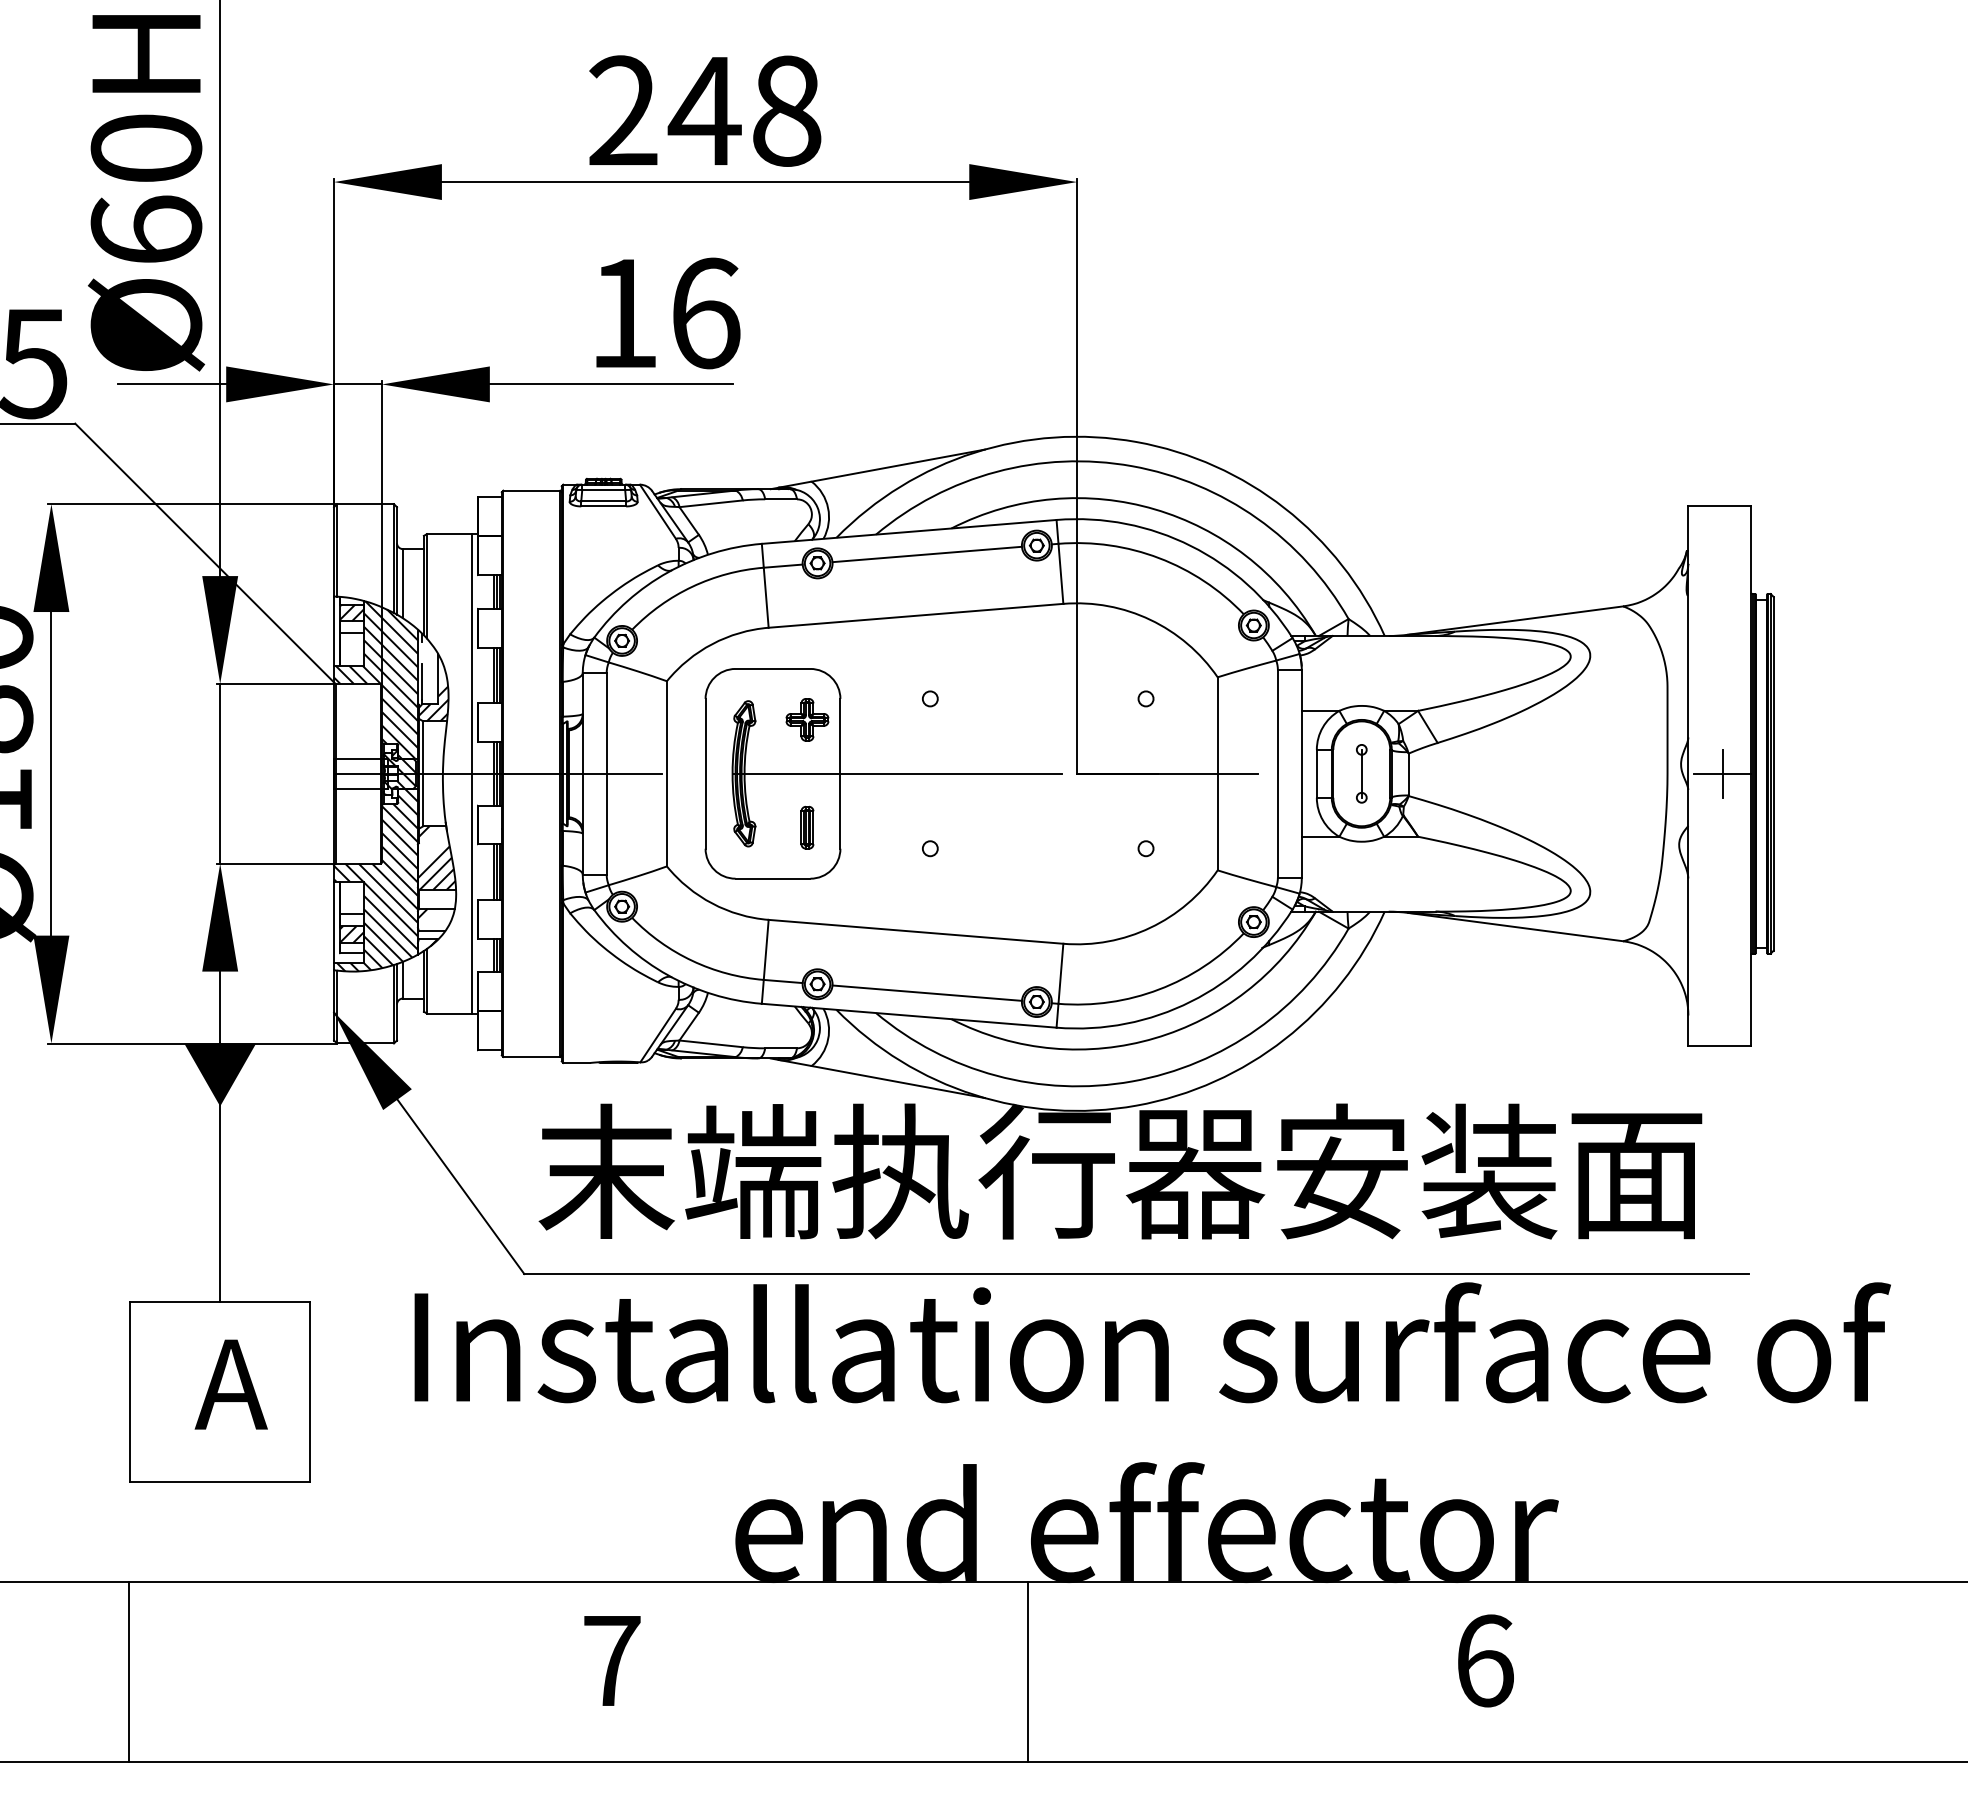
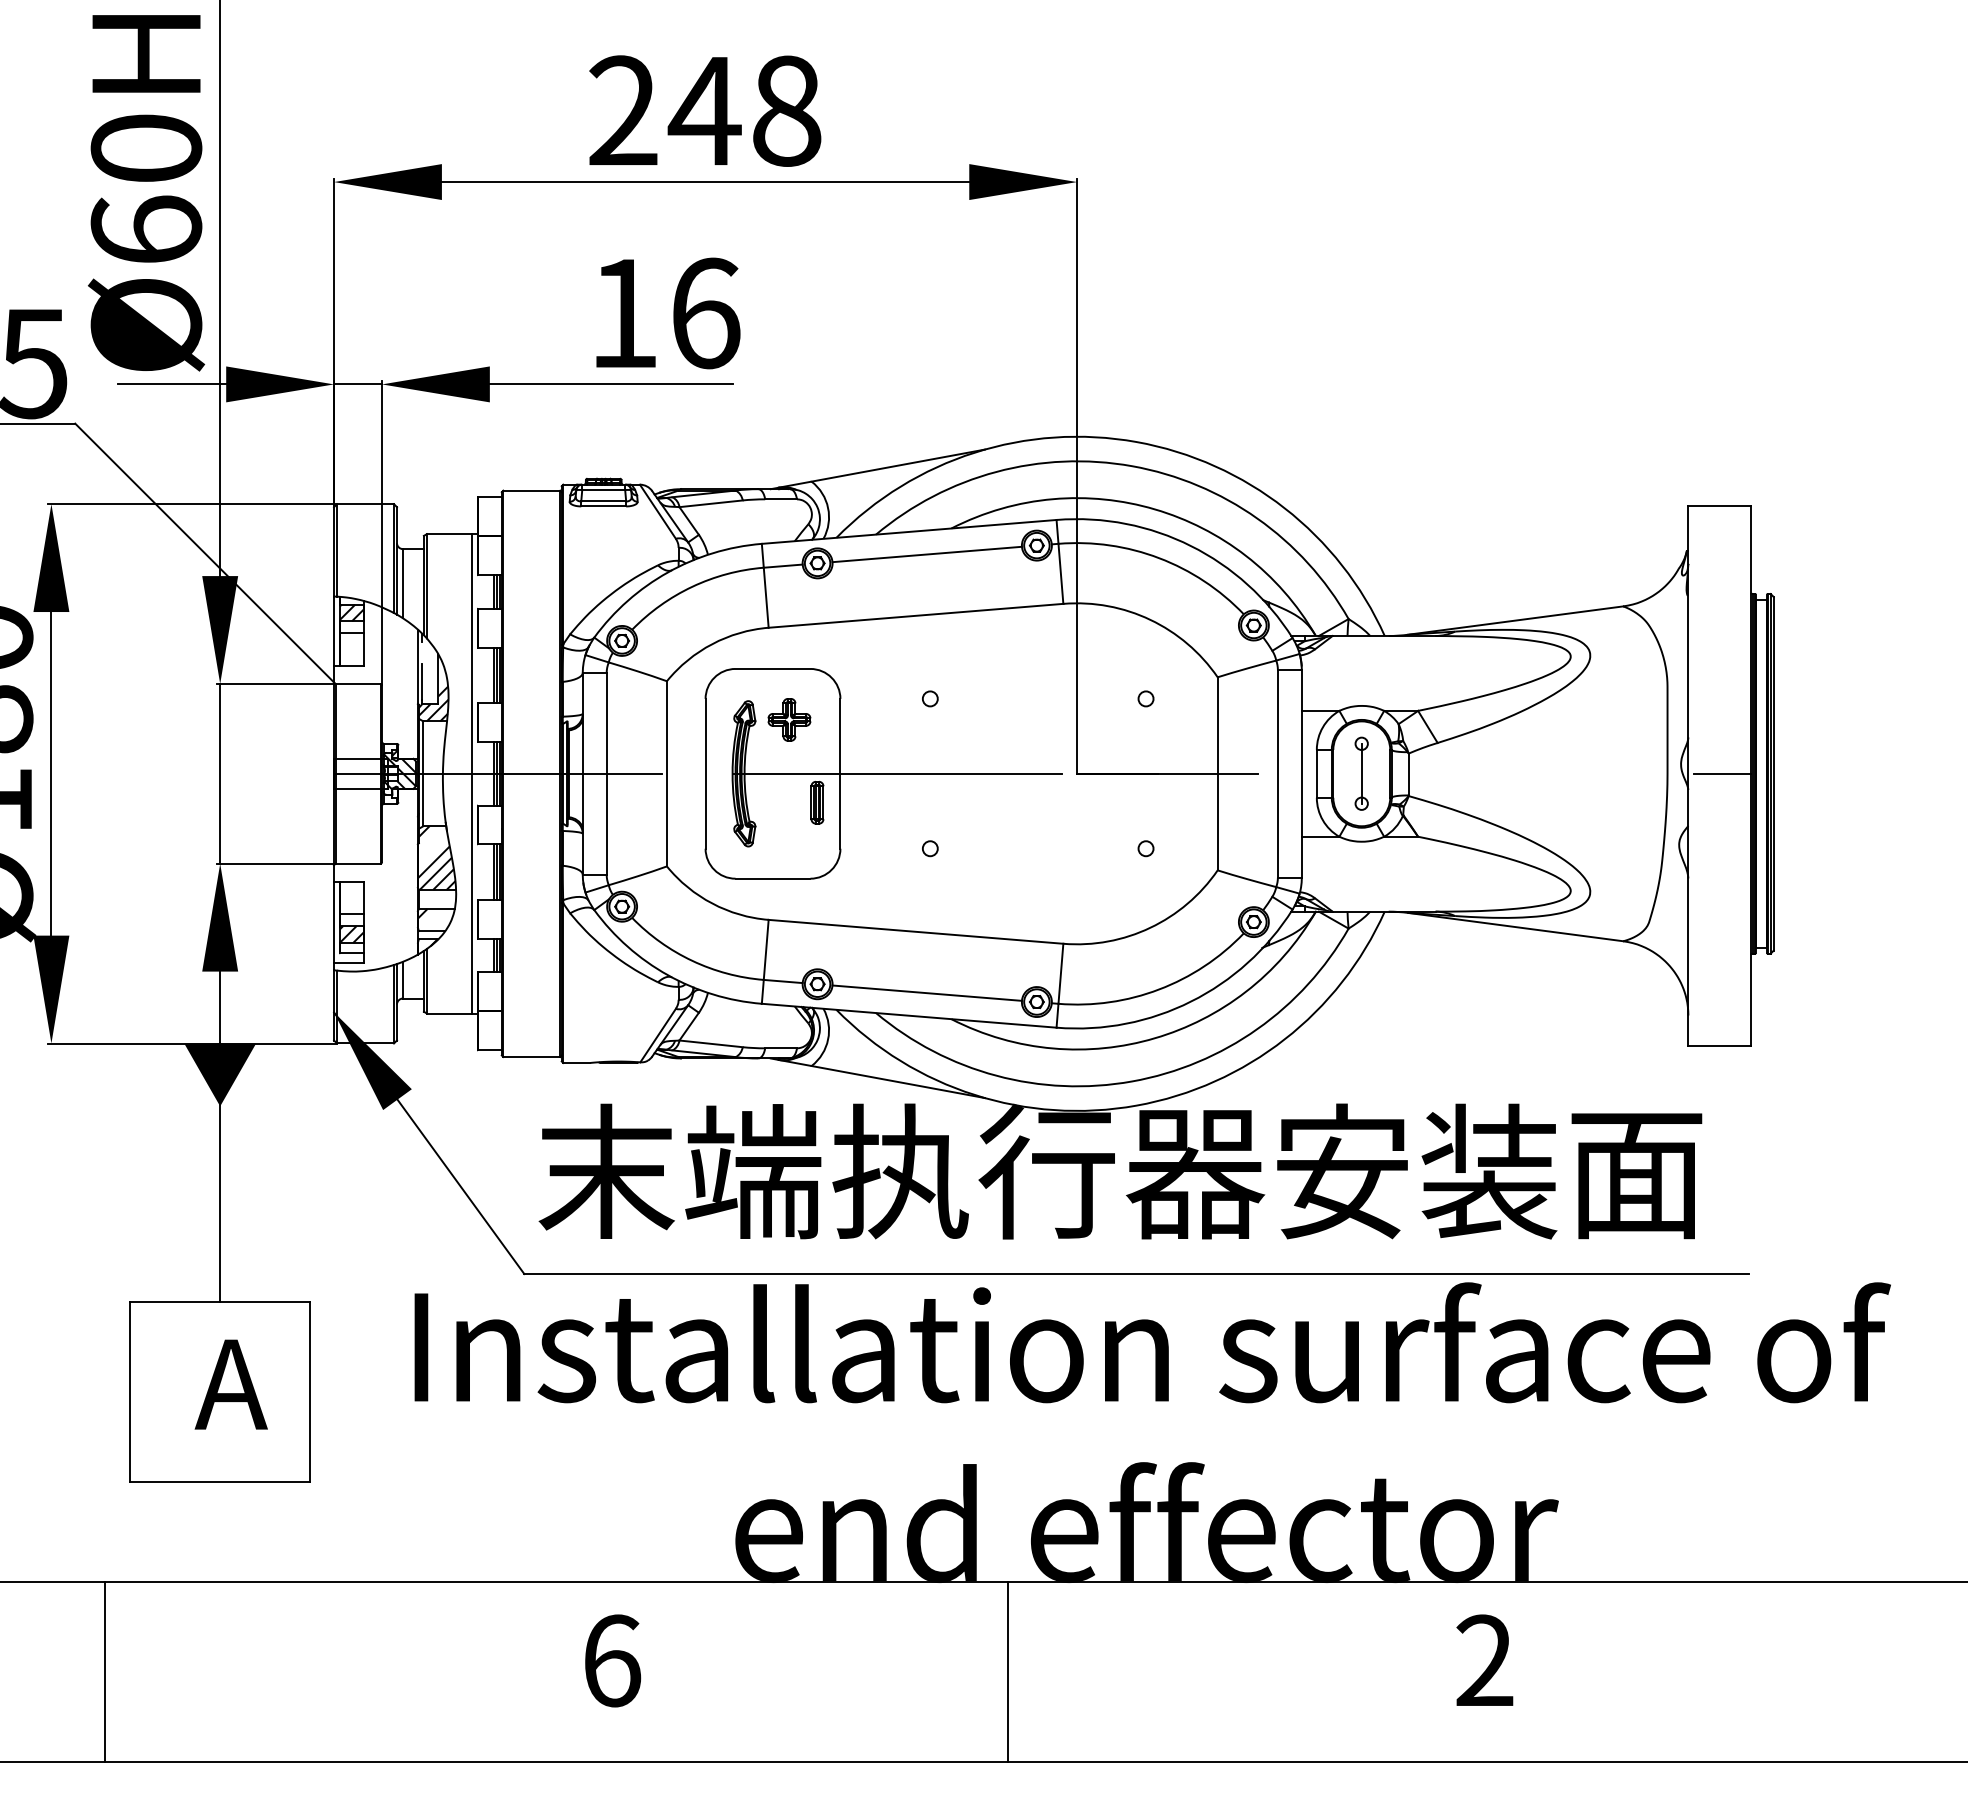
hatch at (375, 679): present -> none
part at (807, 719) position: (807, 719) -> (789, 719)
part at (1361, 773) size: 12x60 px -> 15x75 px
line at (1722, 773): present -> none
part at (807, 827) position: (807, 827) -> (817, 802)
hatch at (375, 879): present -> none
text at (612, 1660): 7 -> 6
text at (1484, 1660): 6 -> 2
line at (128, 1671) position: (128, 1671) -> (104, 1671)
line at (1027, 1671) position: (1027, 1671) -> (1007, 1671)
